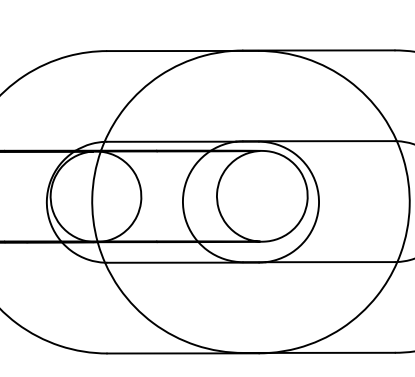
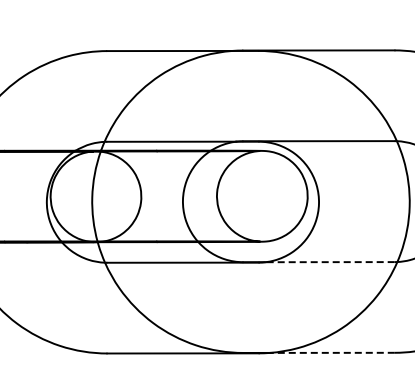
line at (330, 262): solid -> dashed
line at (331, 352): solid -> dashed
